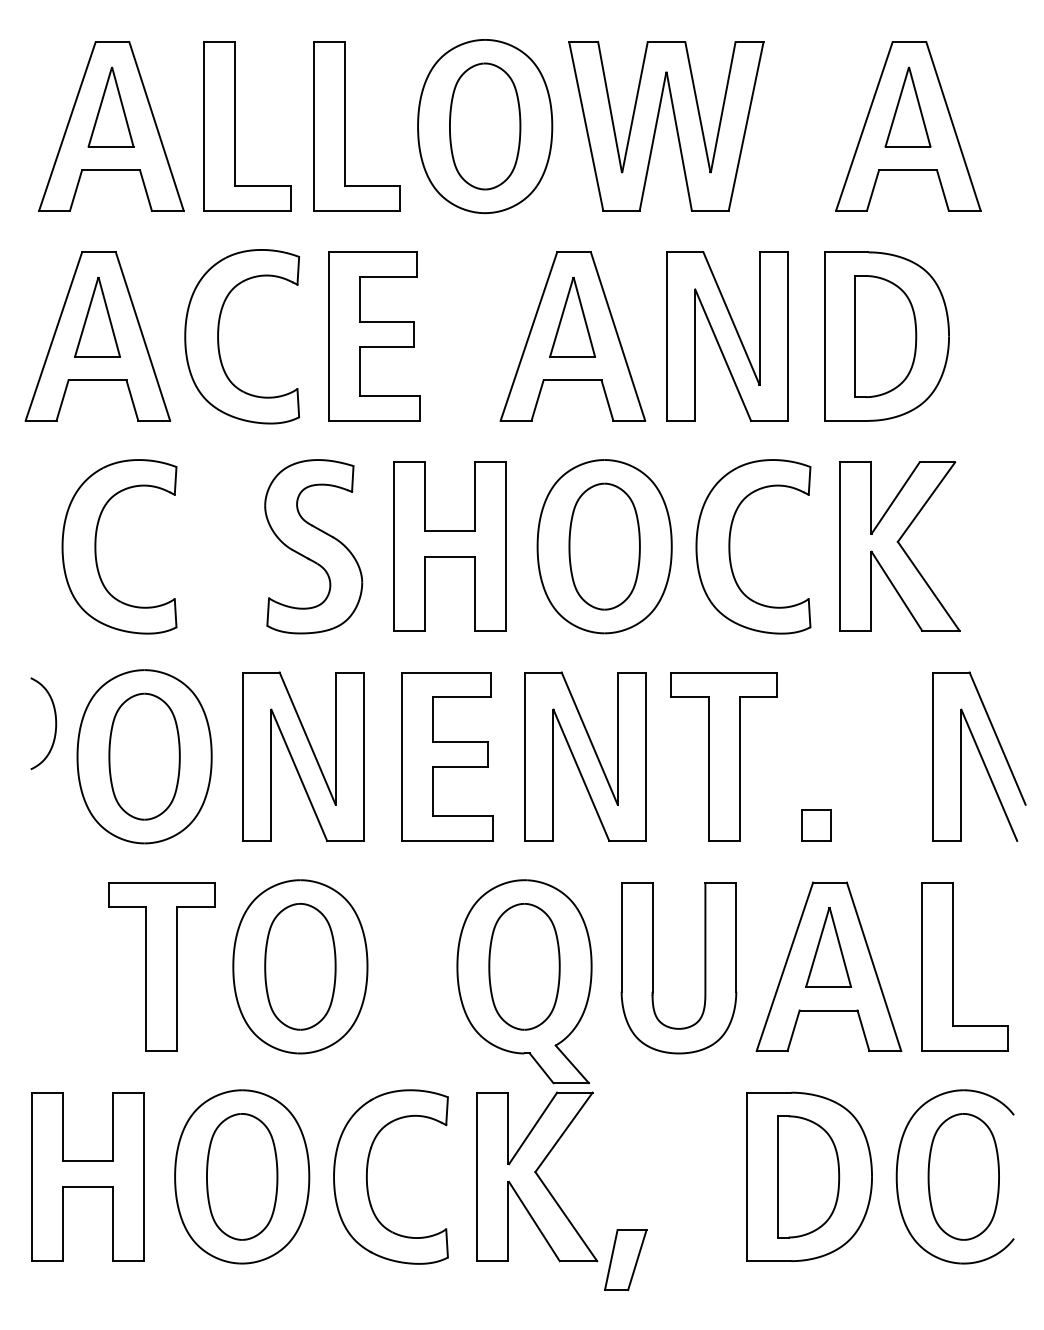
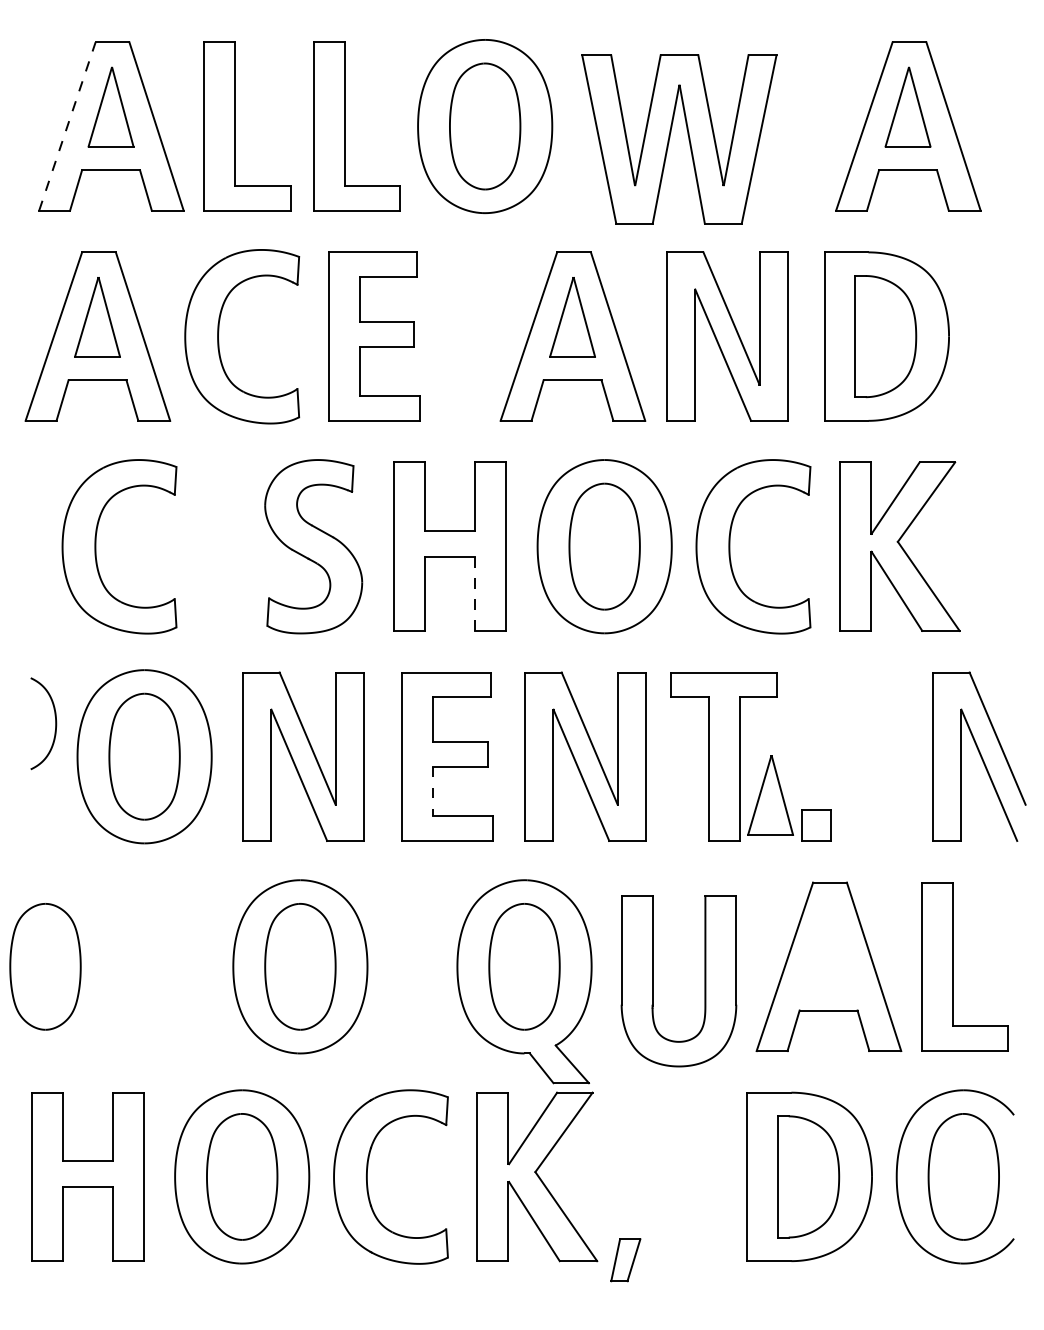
part at (674, 122) position: (674, 122) -> (687, 135)
line at (67, 126): solid -> dashed
line at (475, 593): solid -> dashed
line at (433, 791): solid -> dashed
part at (828, 947) position: (828, 947) -> (770, 795)
part at (45, 966): none -> present
part at (161, 966): present -> none
part at (653, 968) position: (653, 968) -> (653, 981)
part at (625, 1260) size: 44x63 px -> 32x45 px
